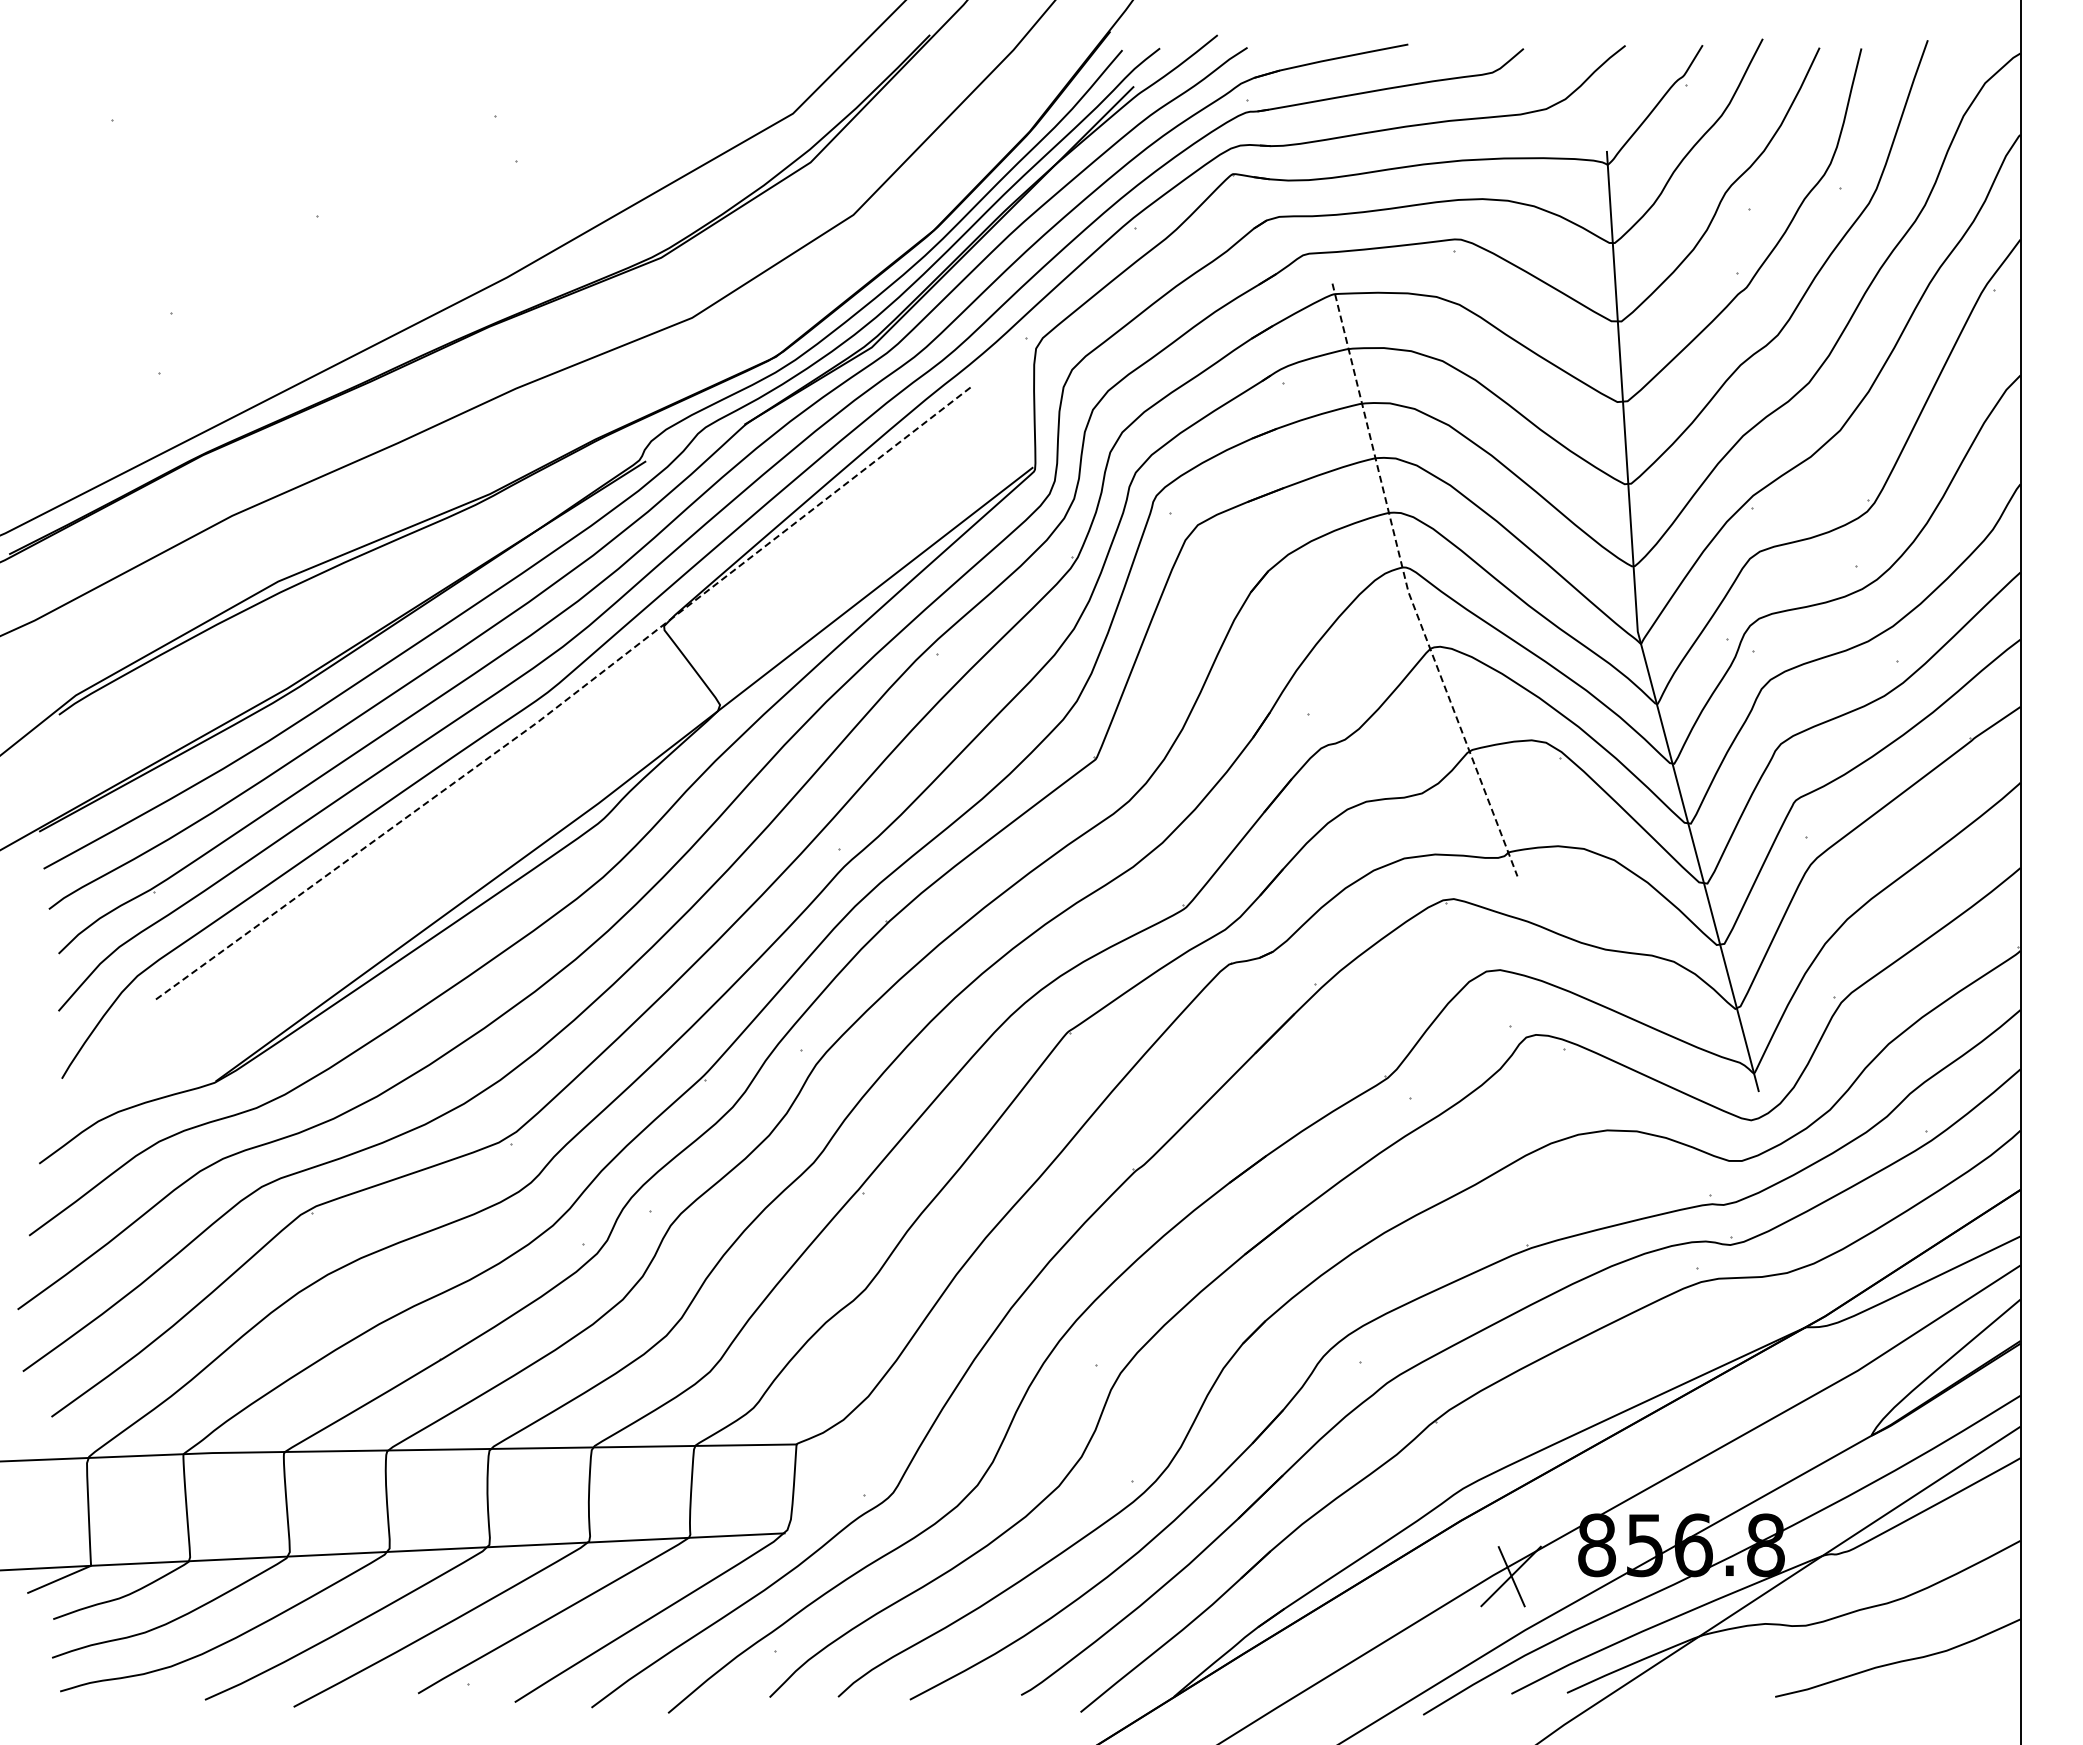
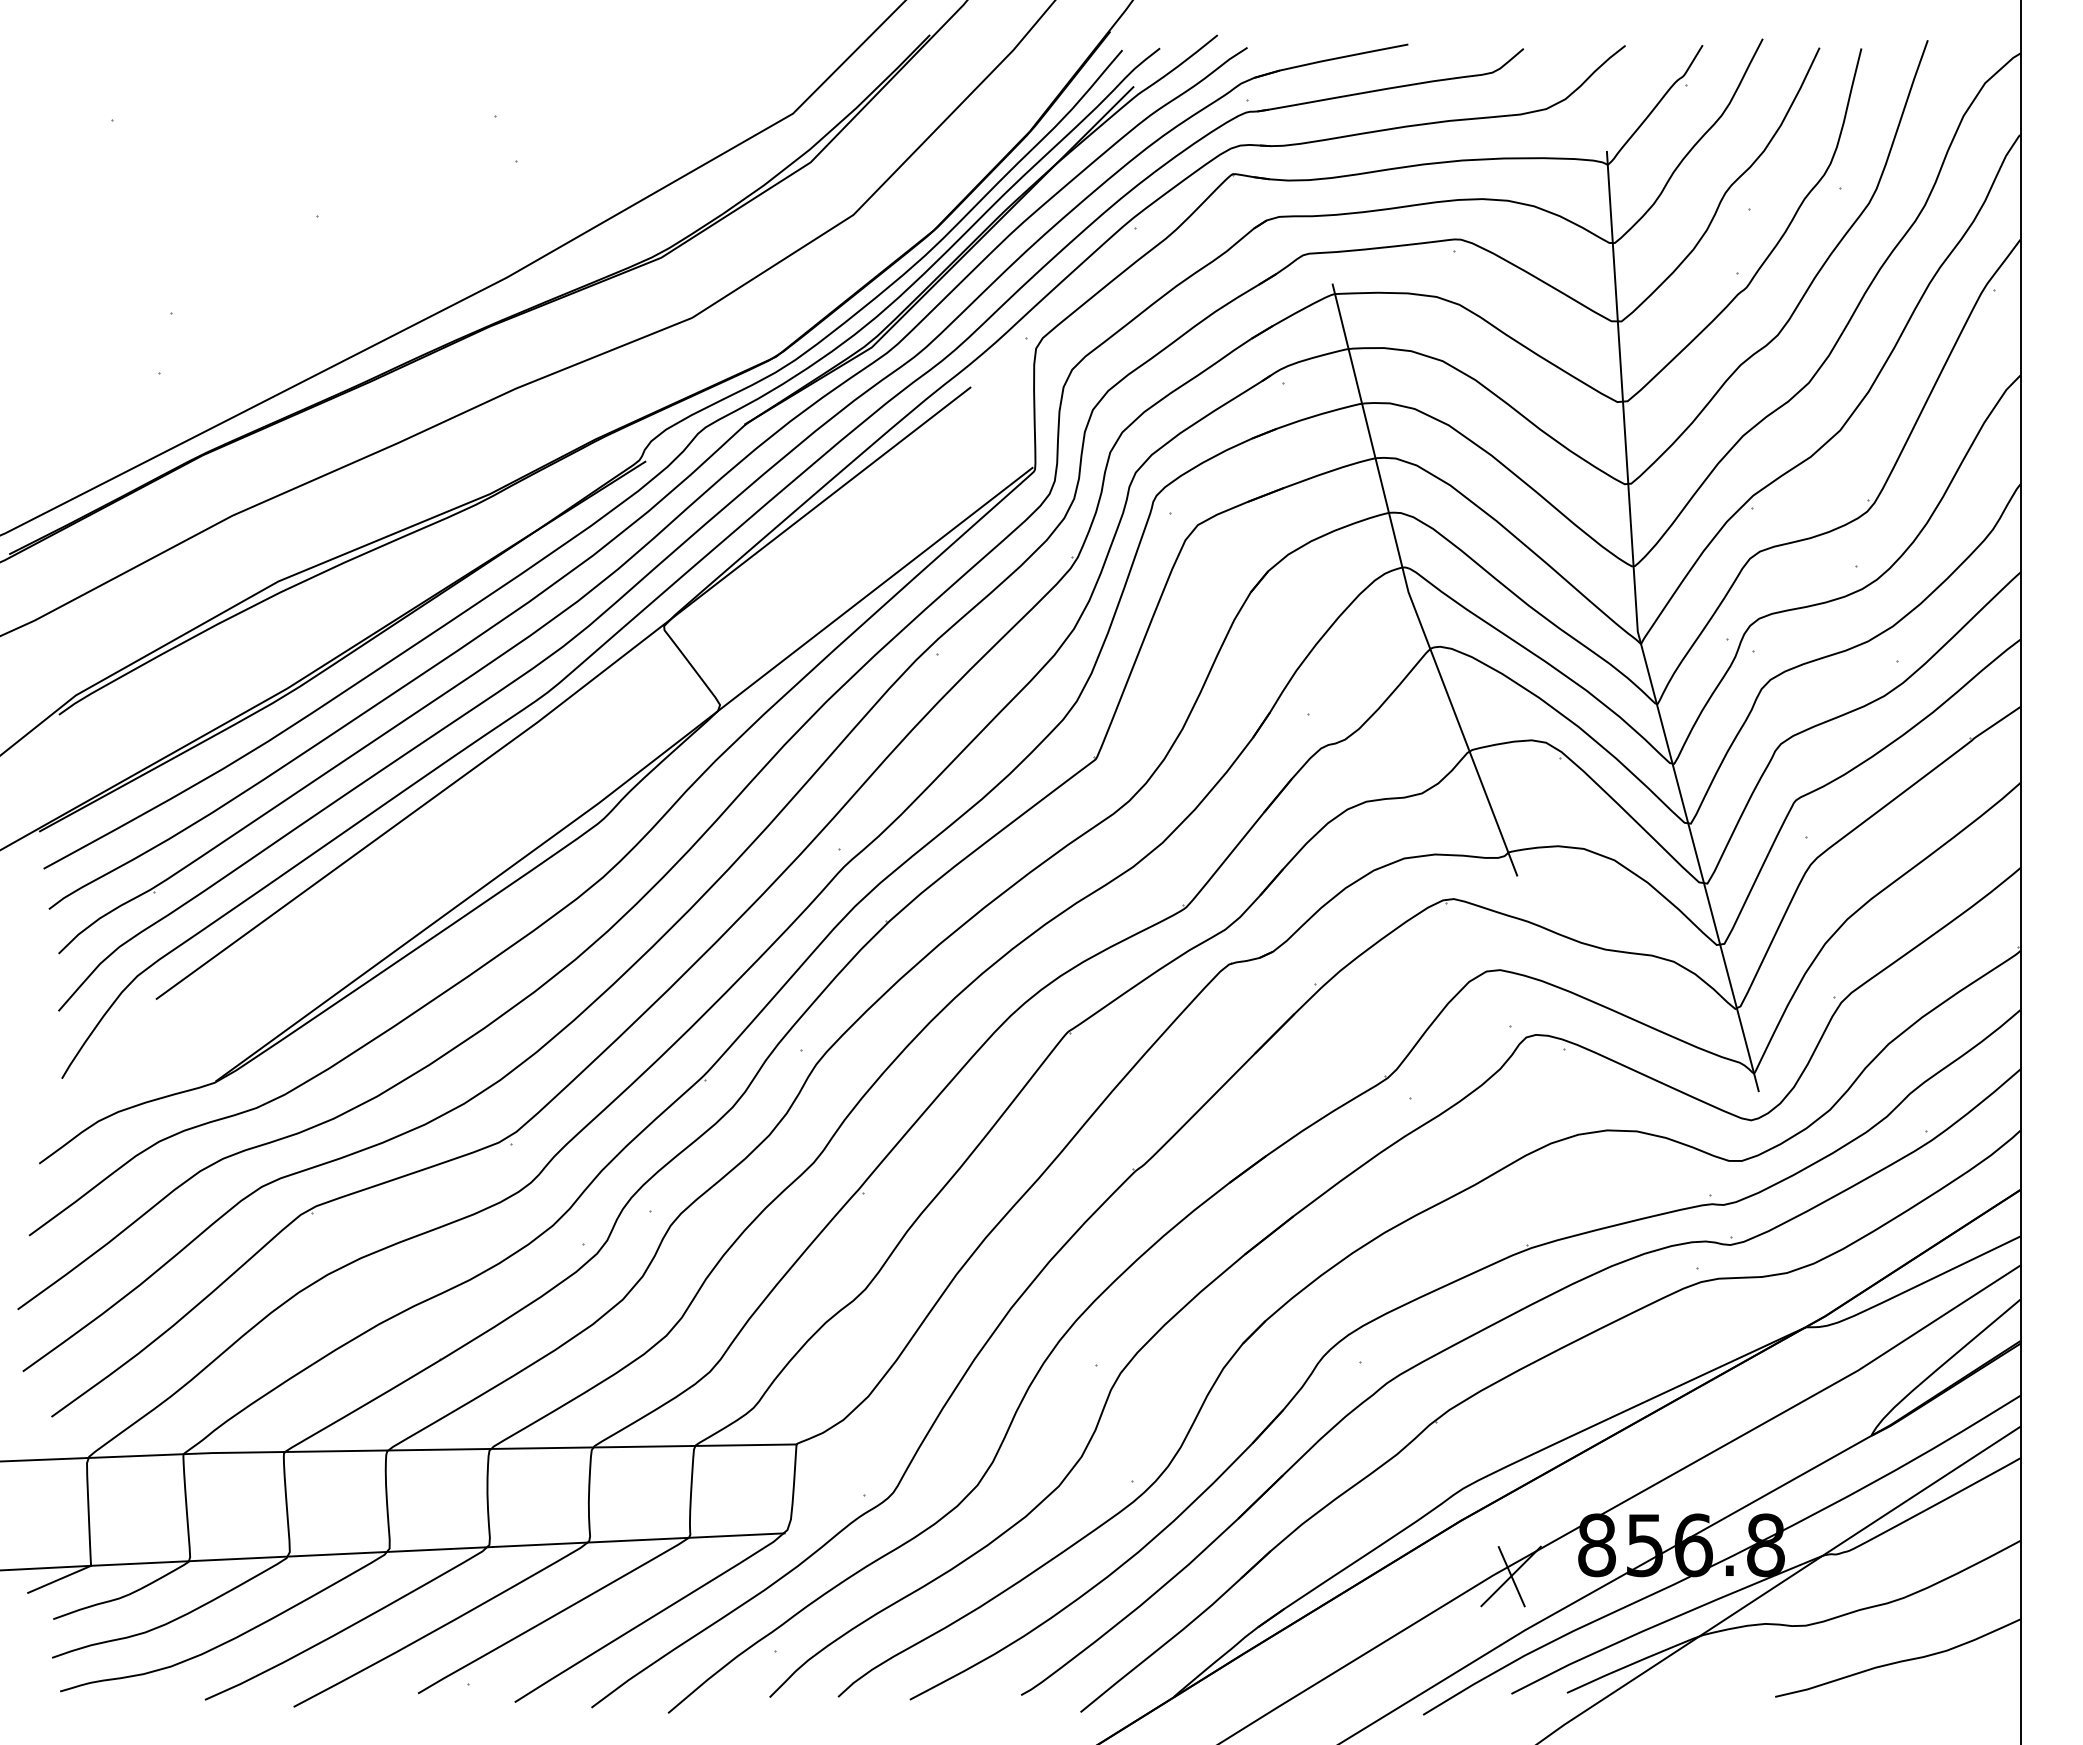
line at (1407, 586): dashed -> solid
line at (567, 698): dashed -> solid
